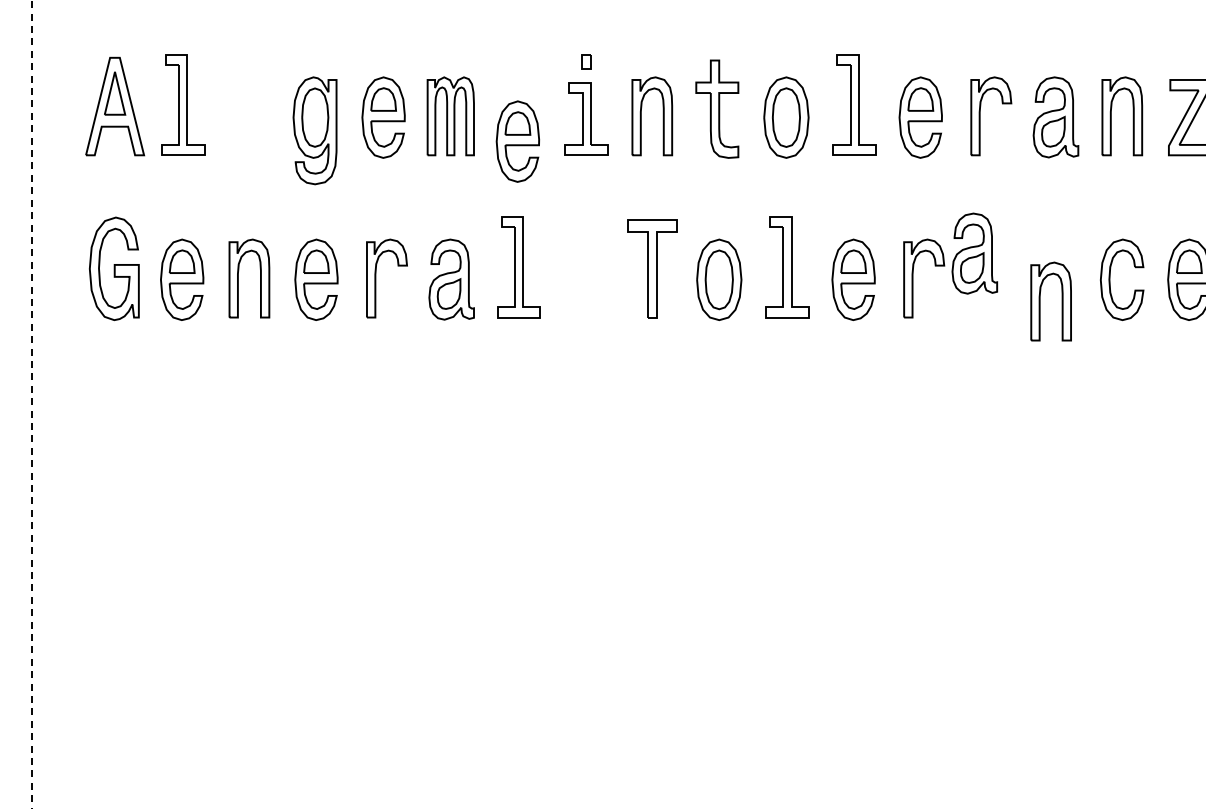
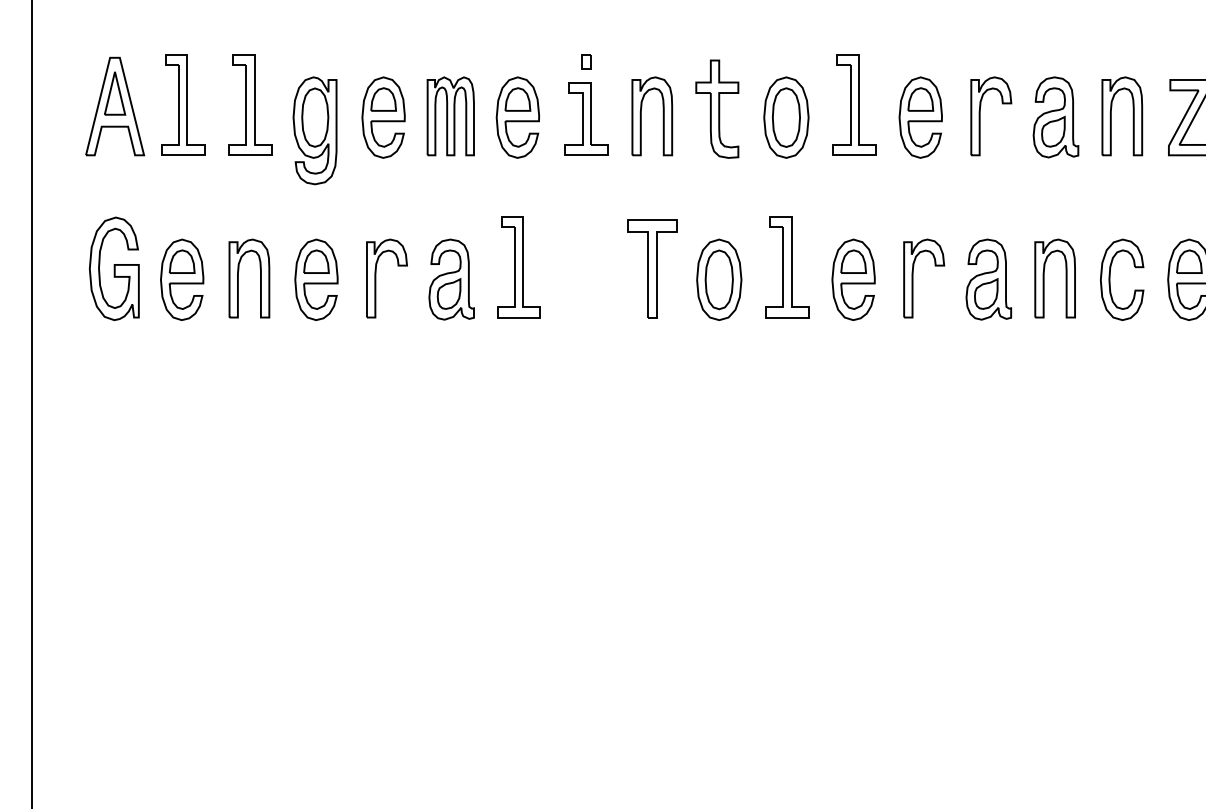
part at (250, 104): none -> present
part at (517, 141) position: (517, 141) -> (517, 117)
part at (974, 253) position: (974, 253) -> (988, 279)
part at (1040, 301) position: (1040, 301) -> (1044, 278)
line at (32, 404): dashed -> solid
